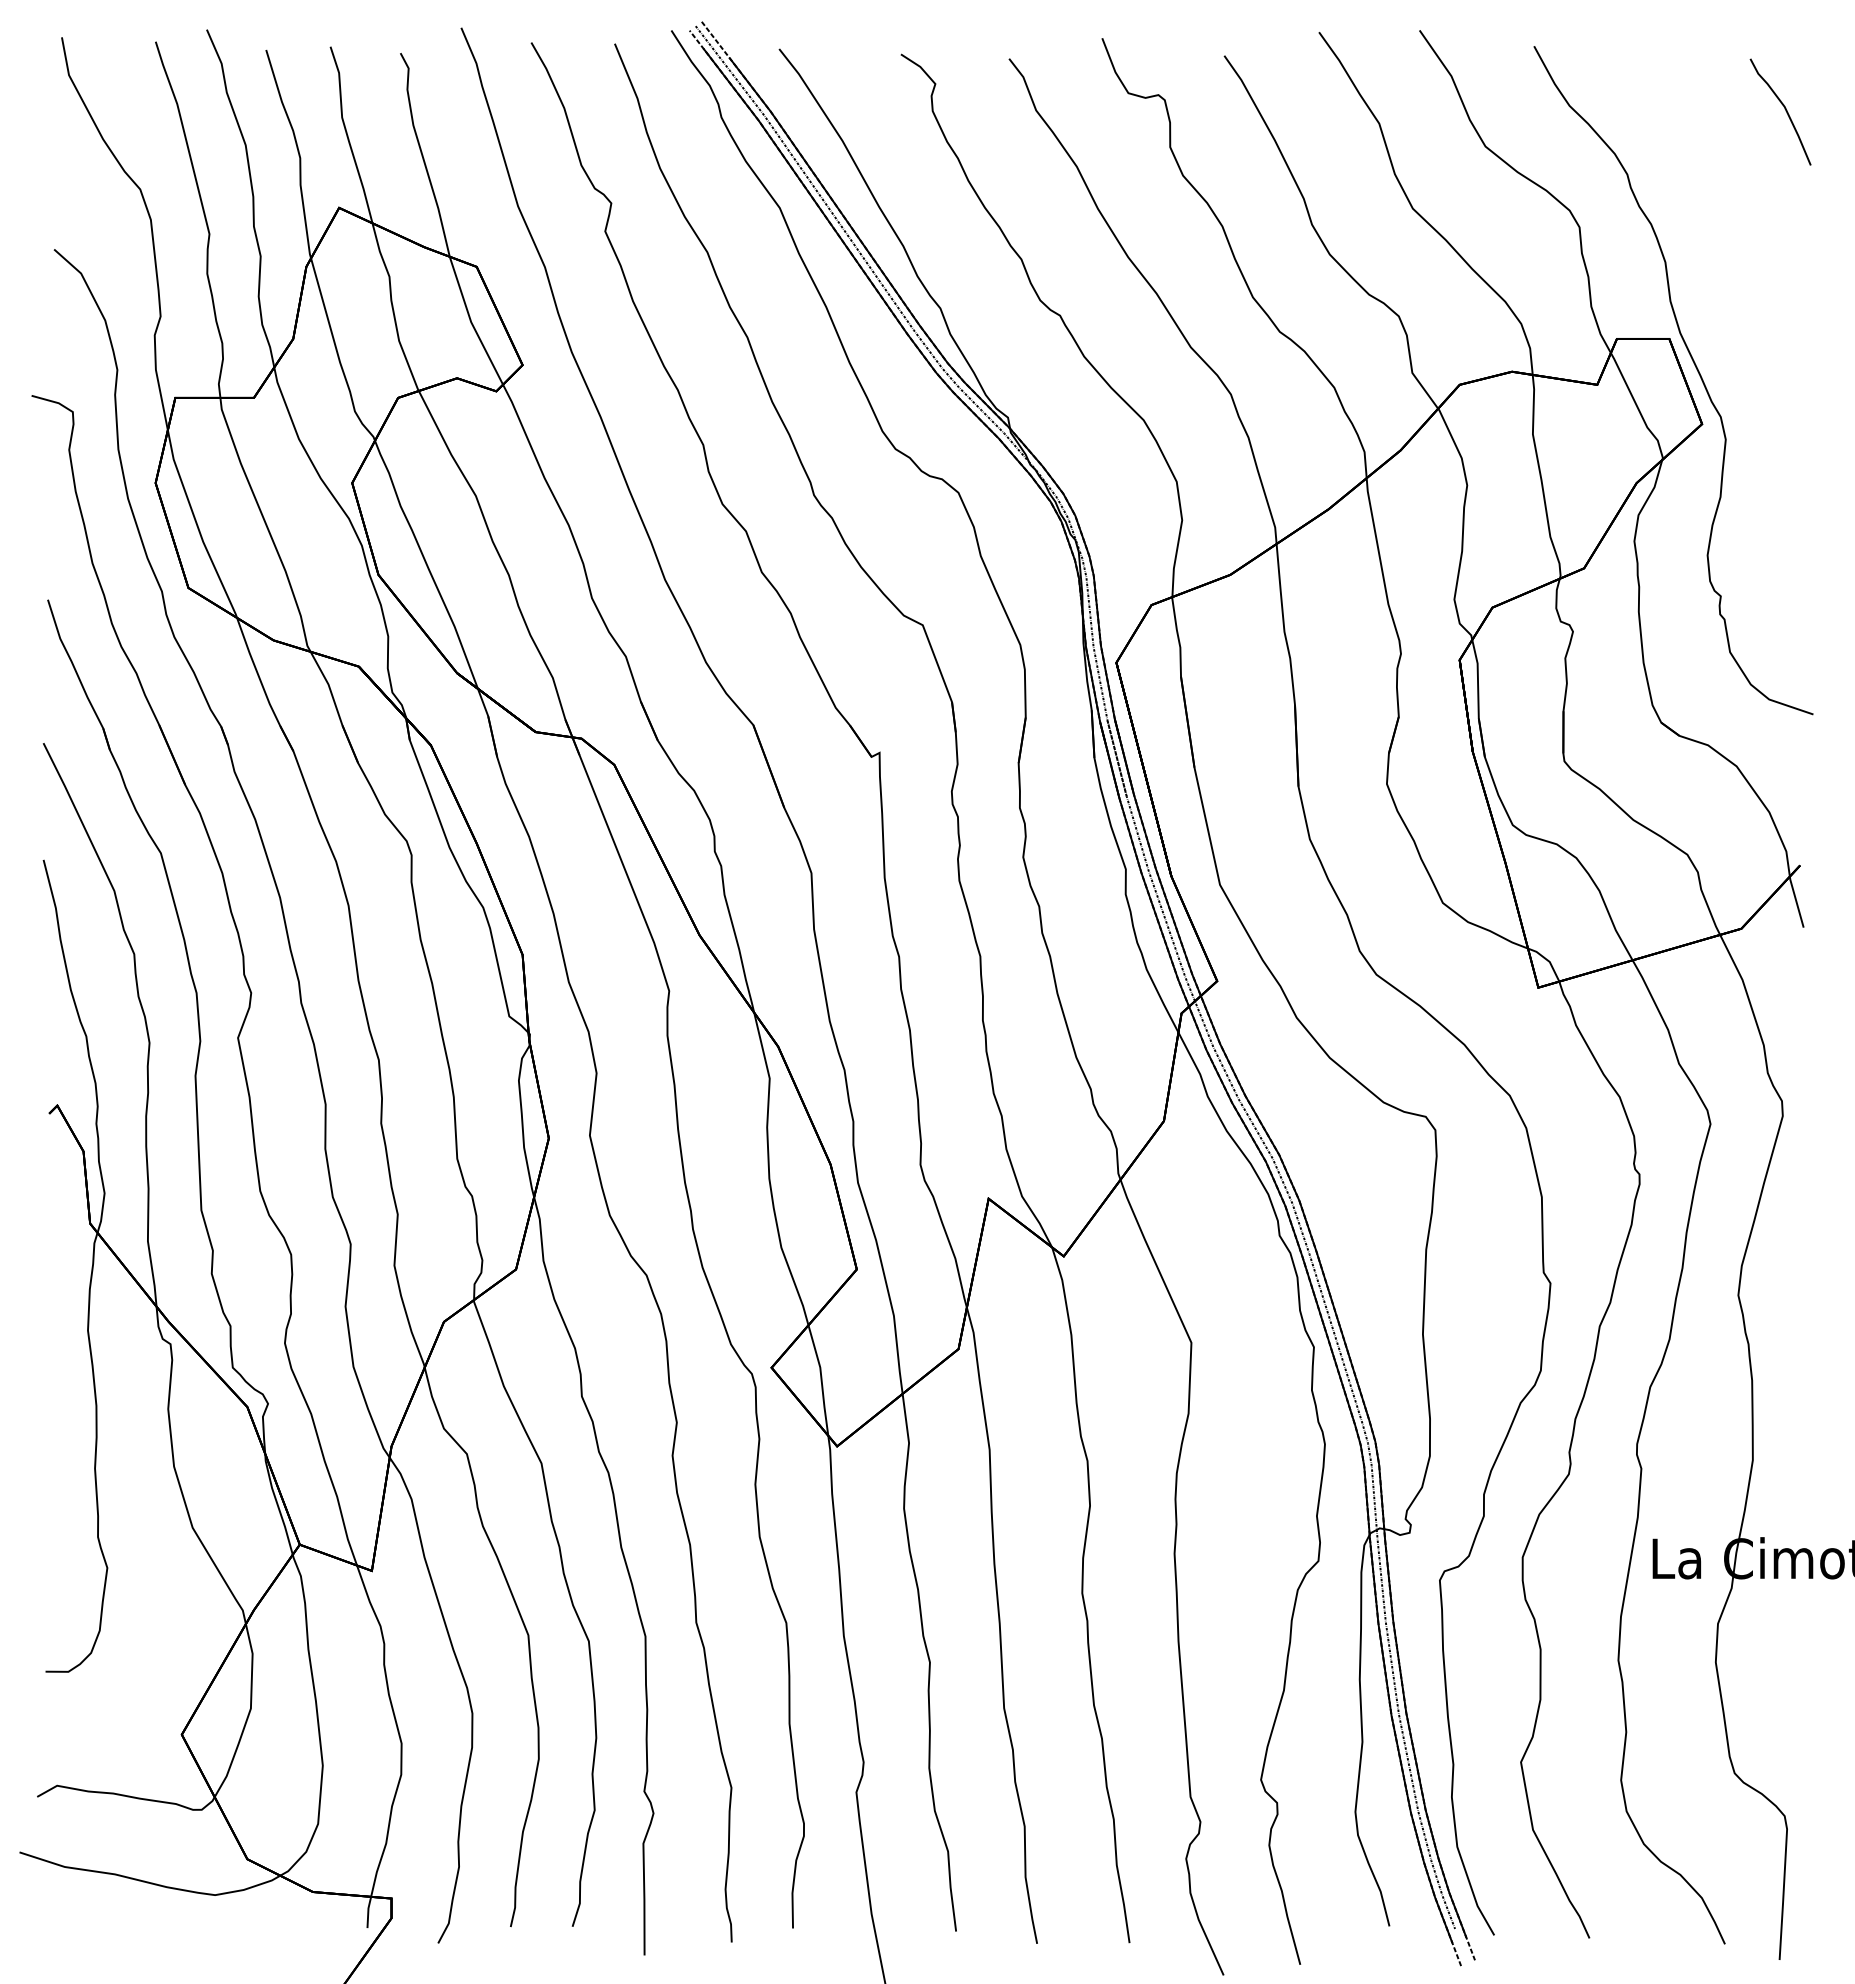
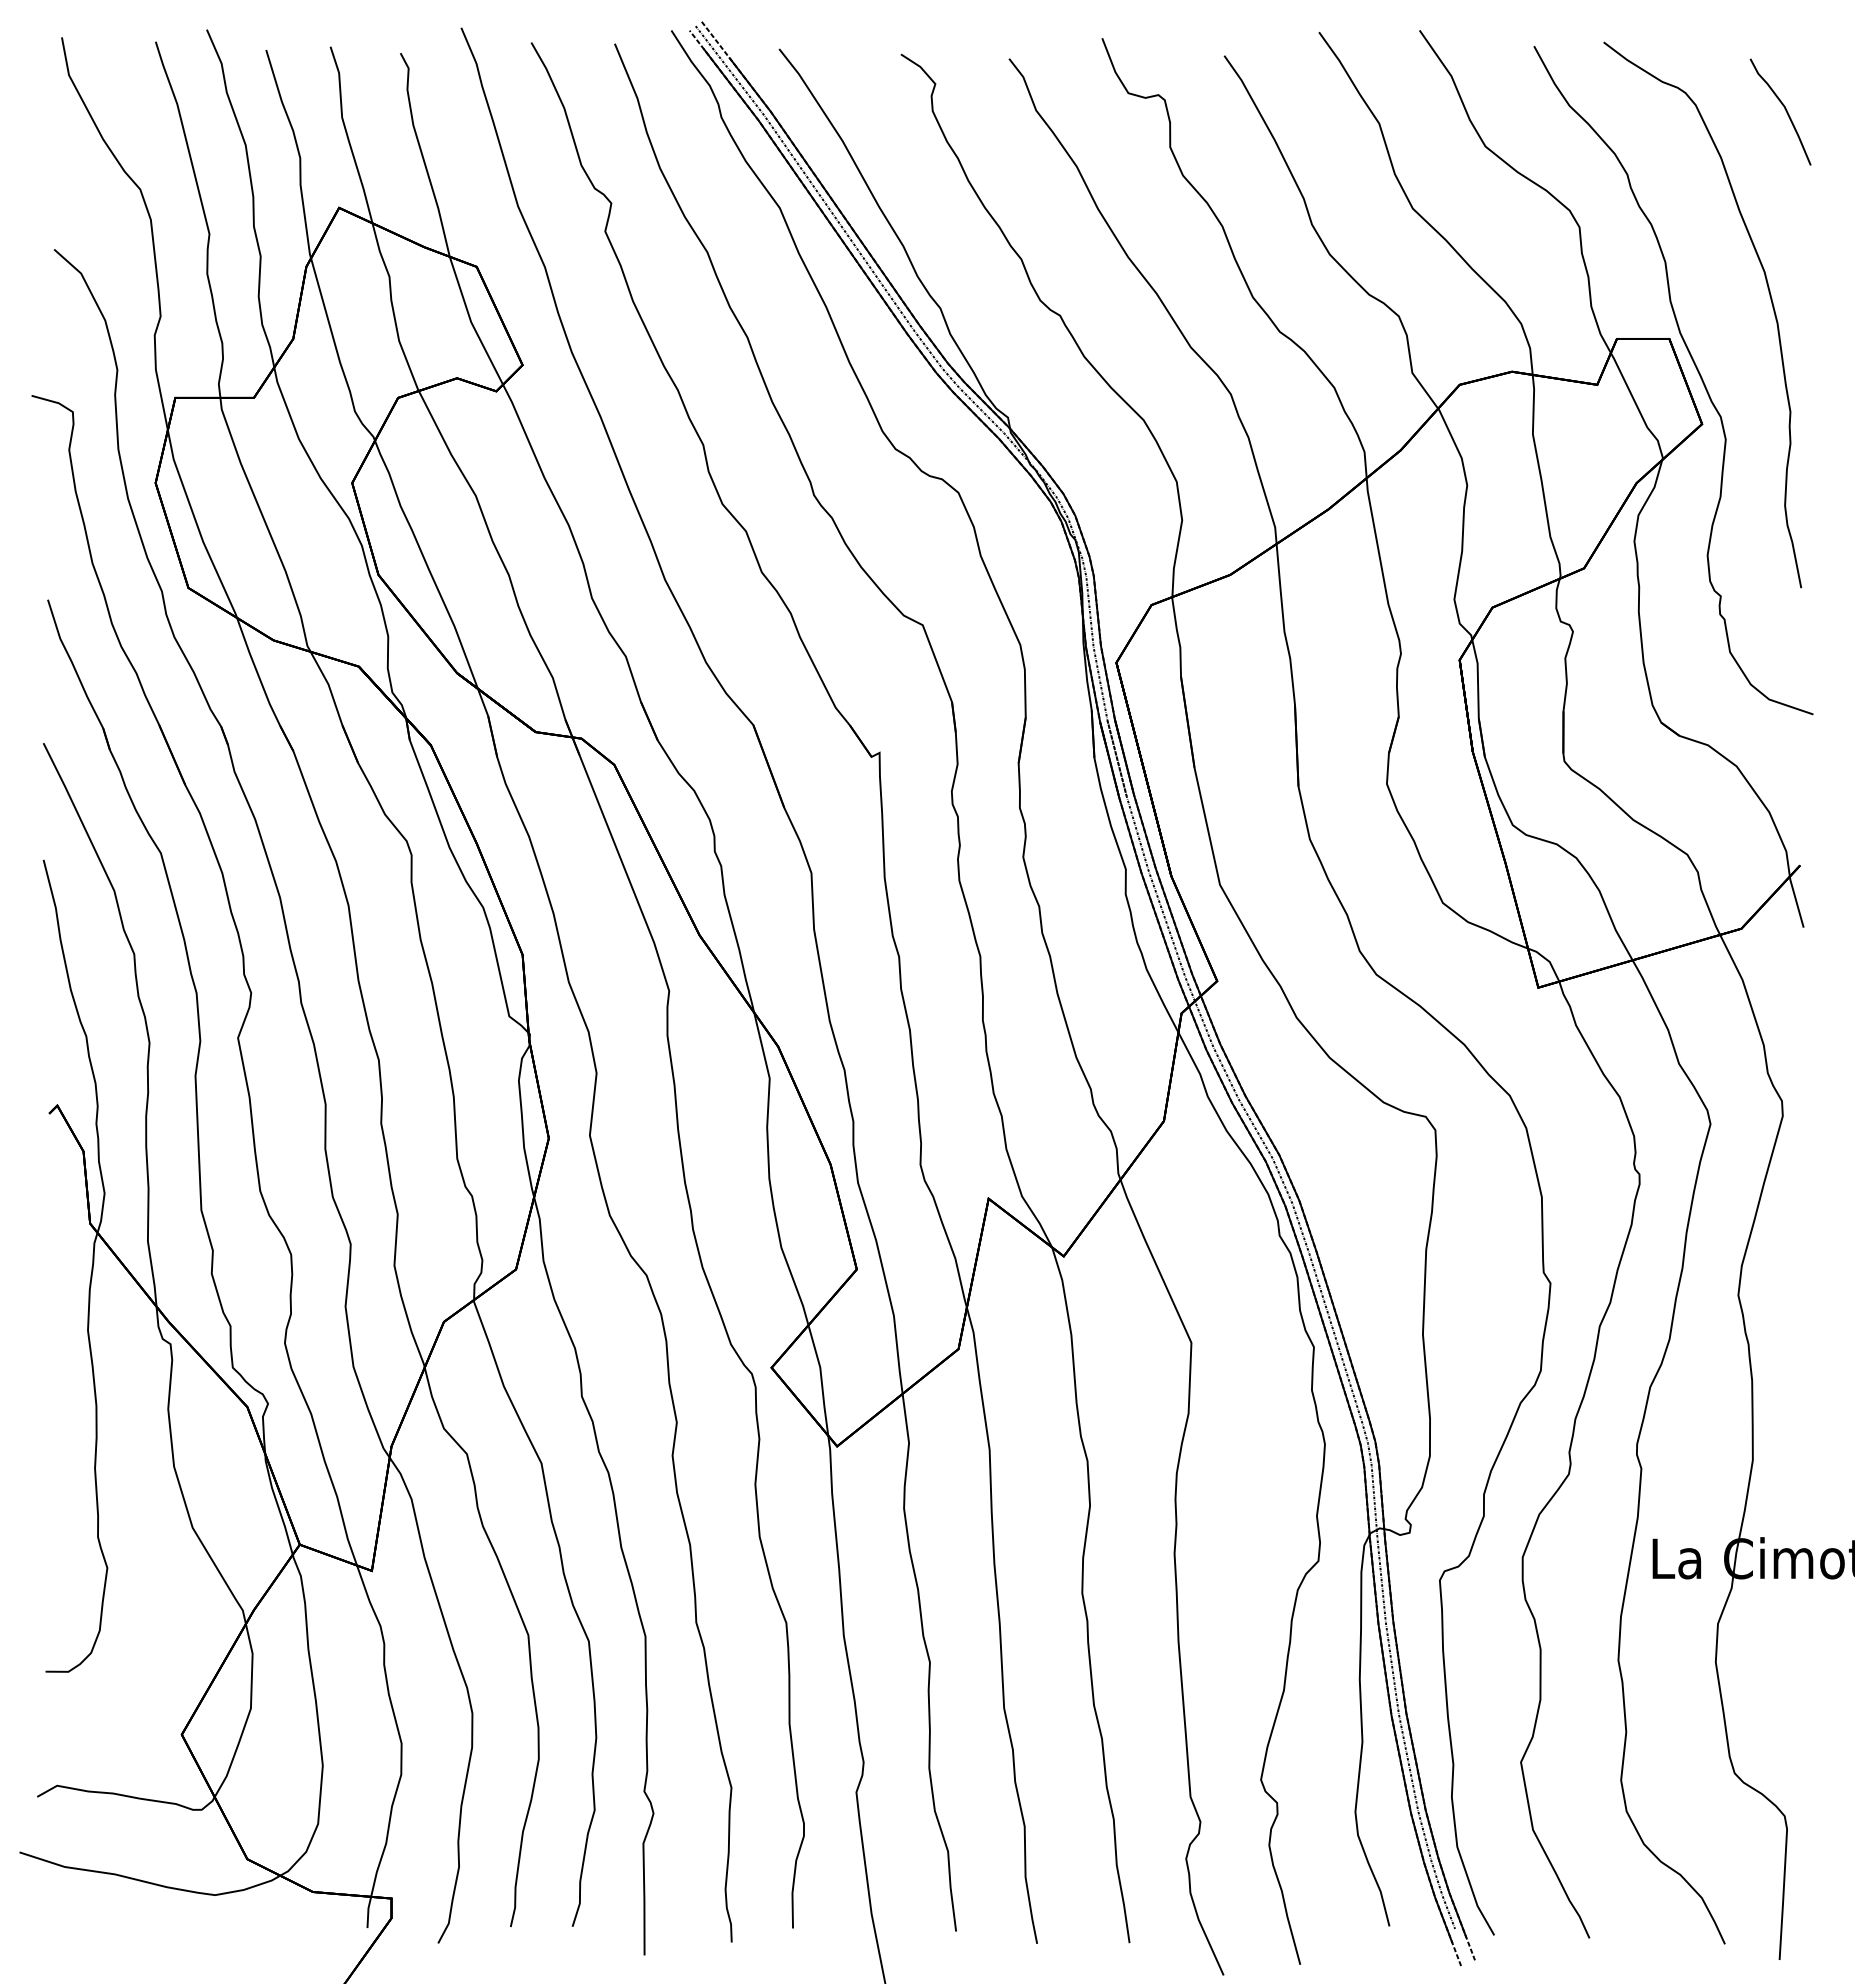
part at (1769, 296): none -> present
